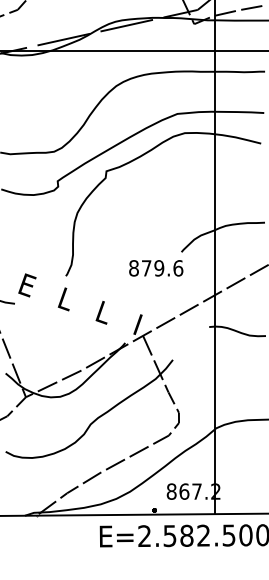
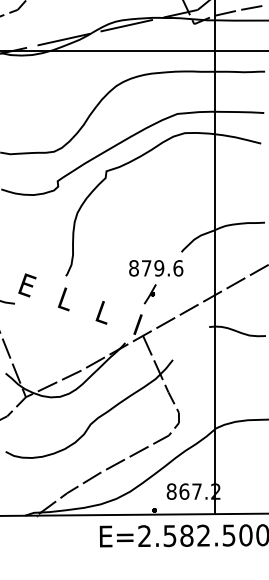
part at (149, 294): none -> present
